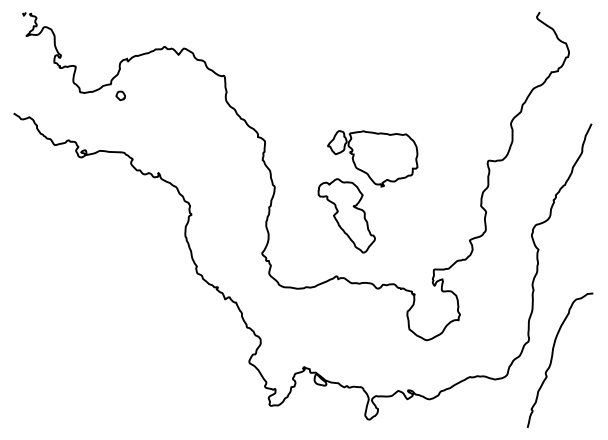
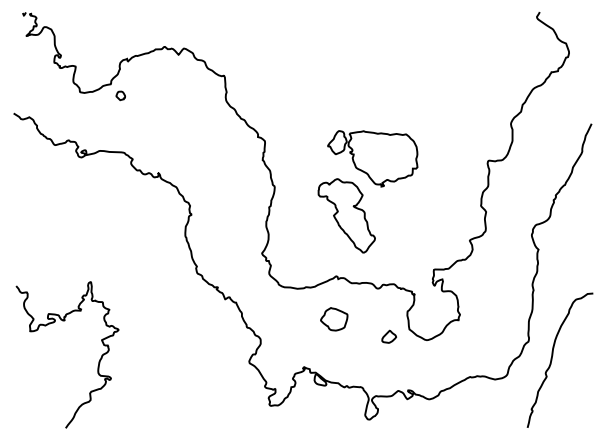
part at (334, 319): none -> present
part at (389, 336): none -> present
curve at (98, 361): none -> present
